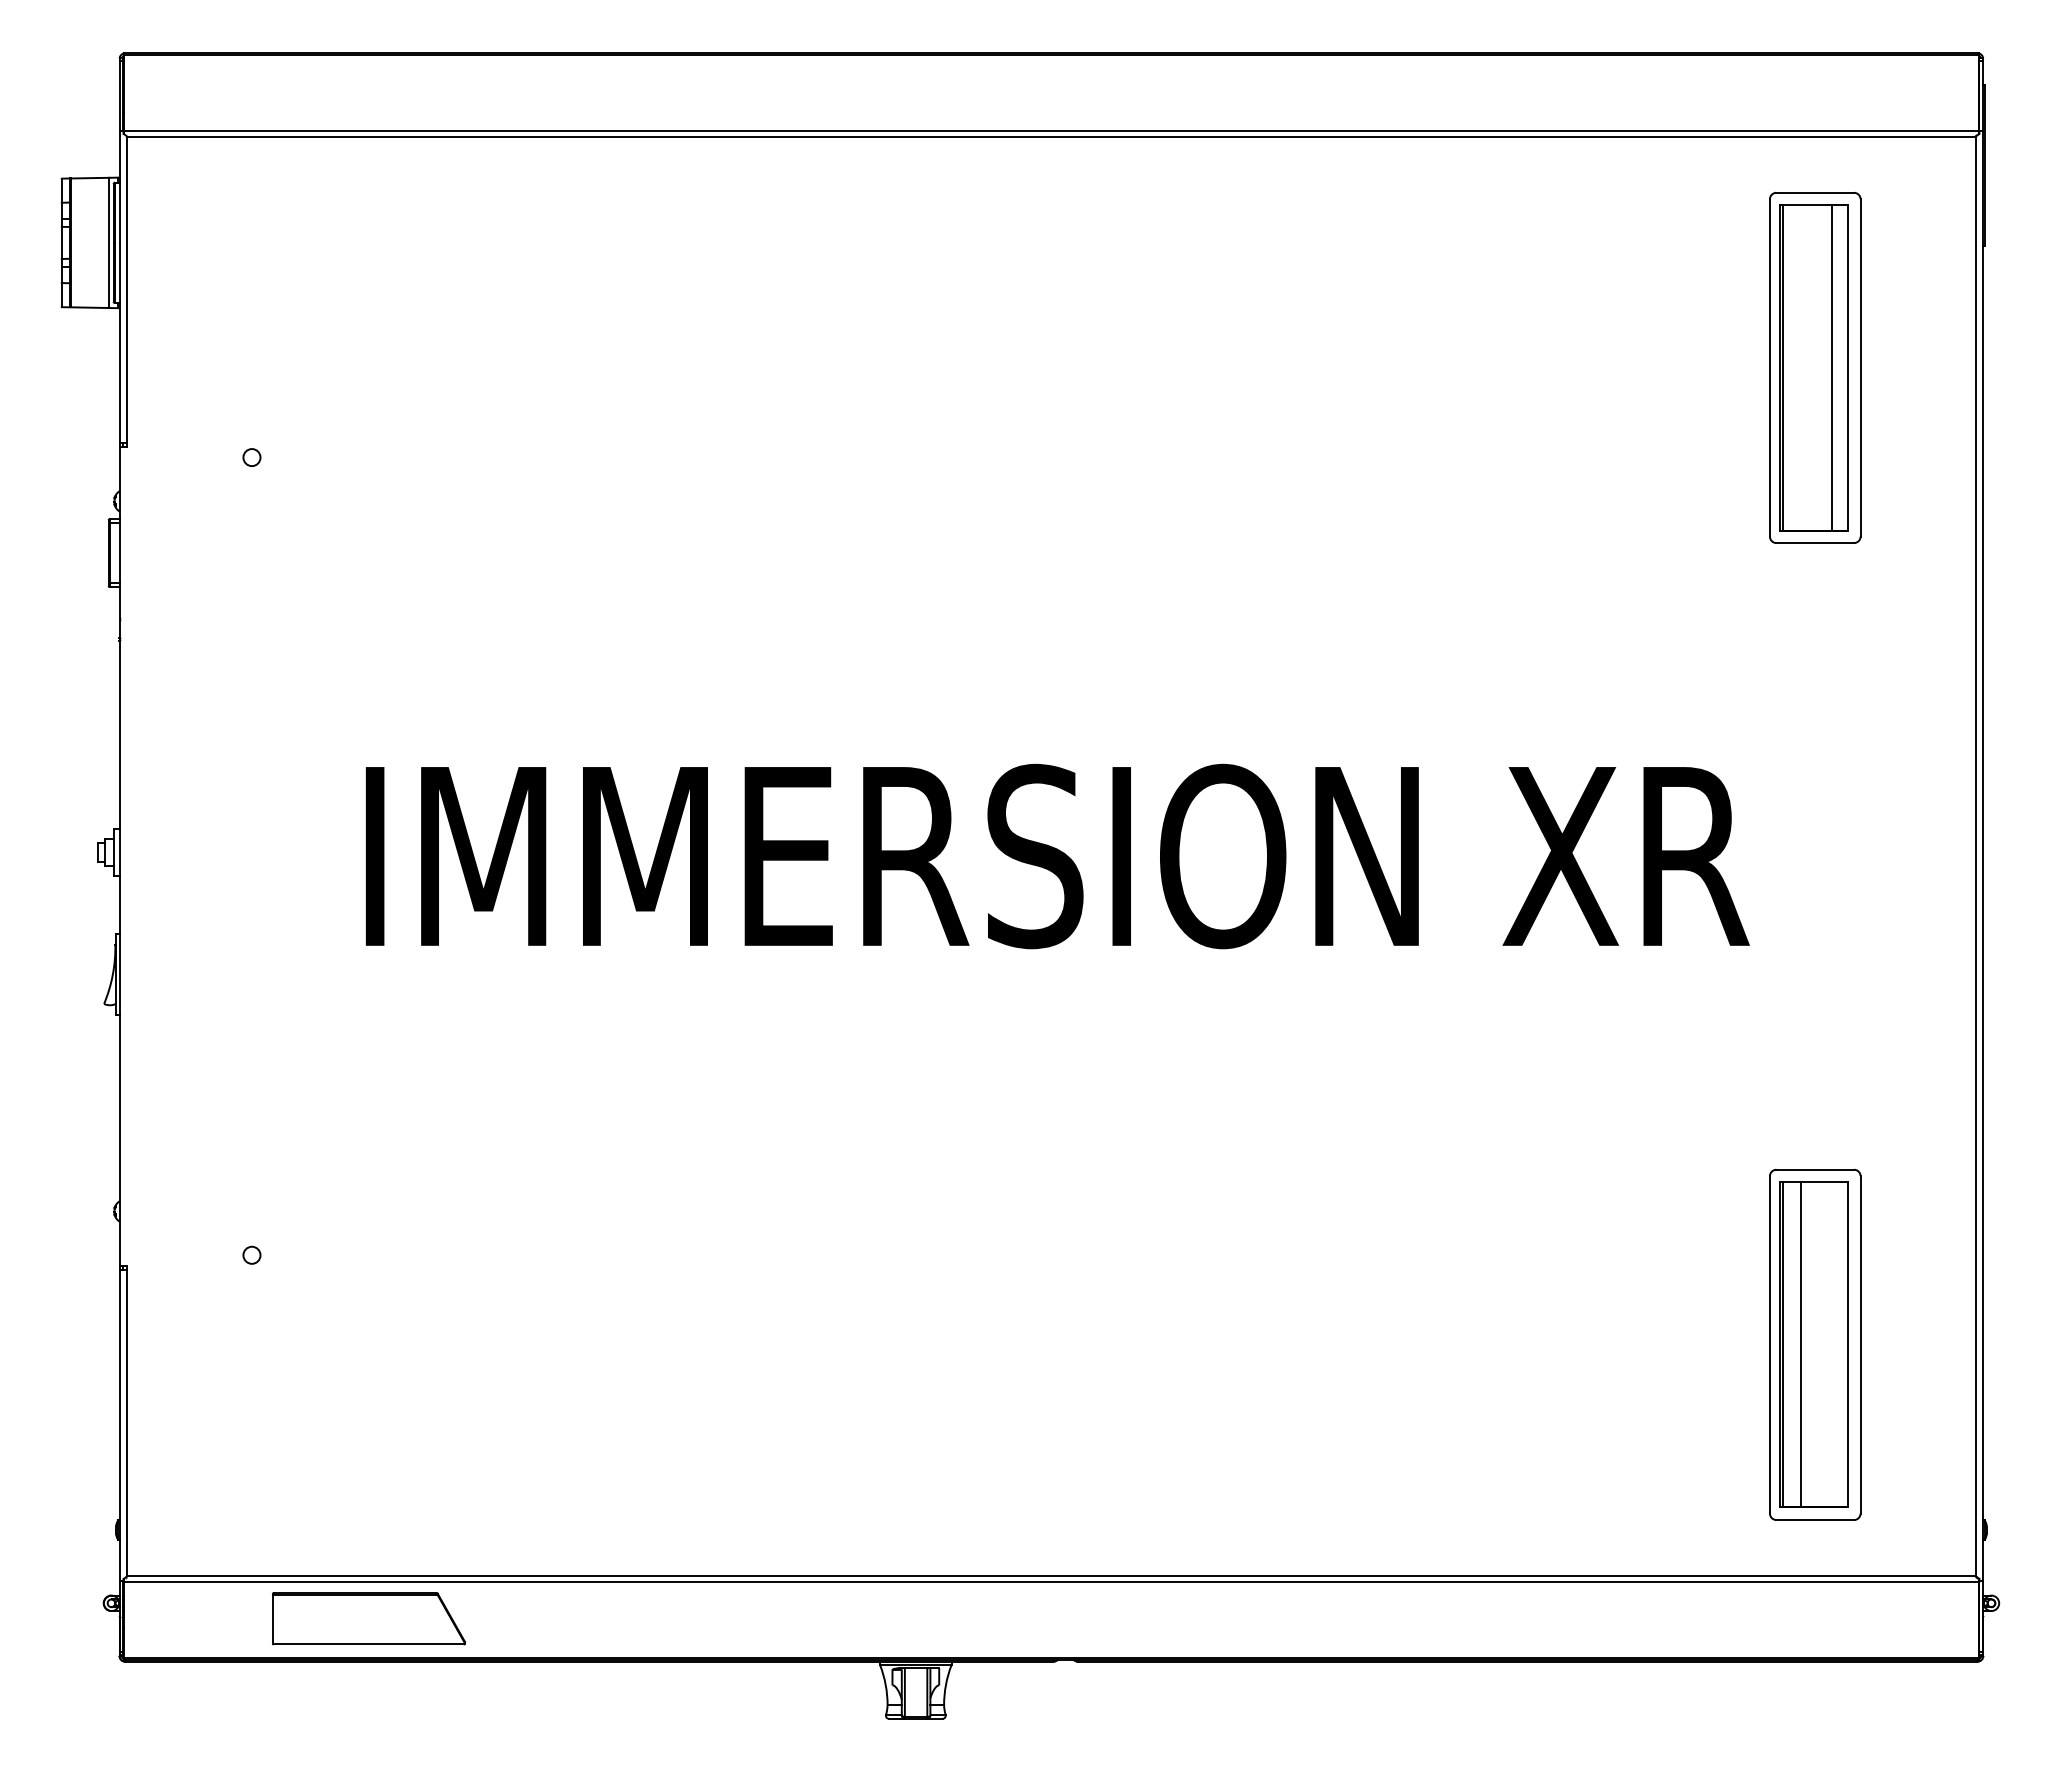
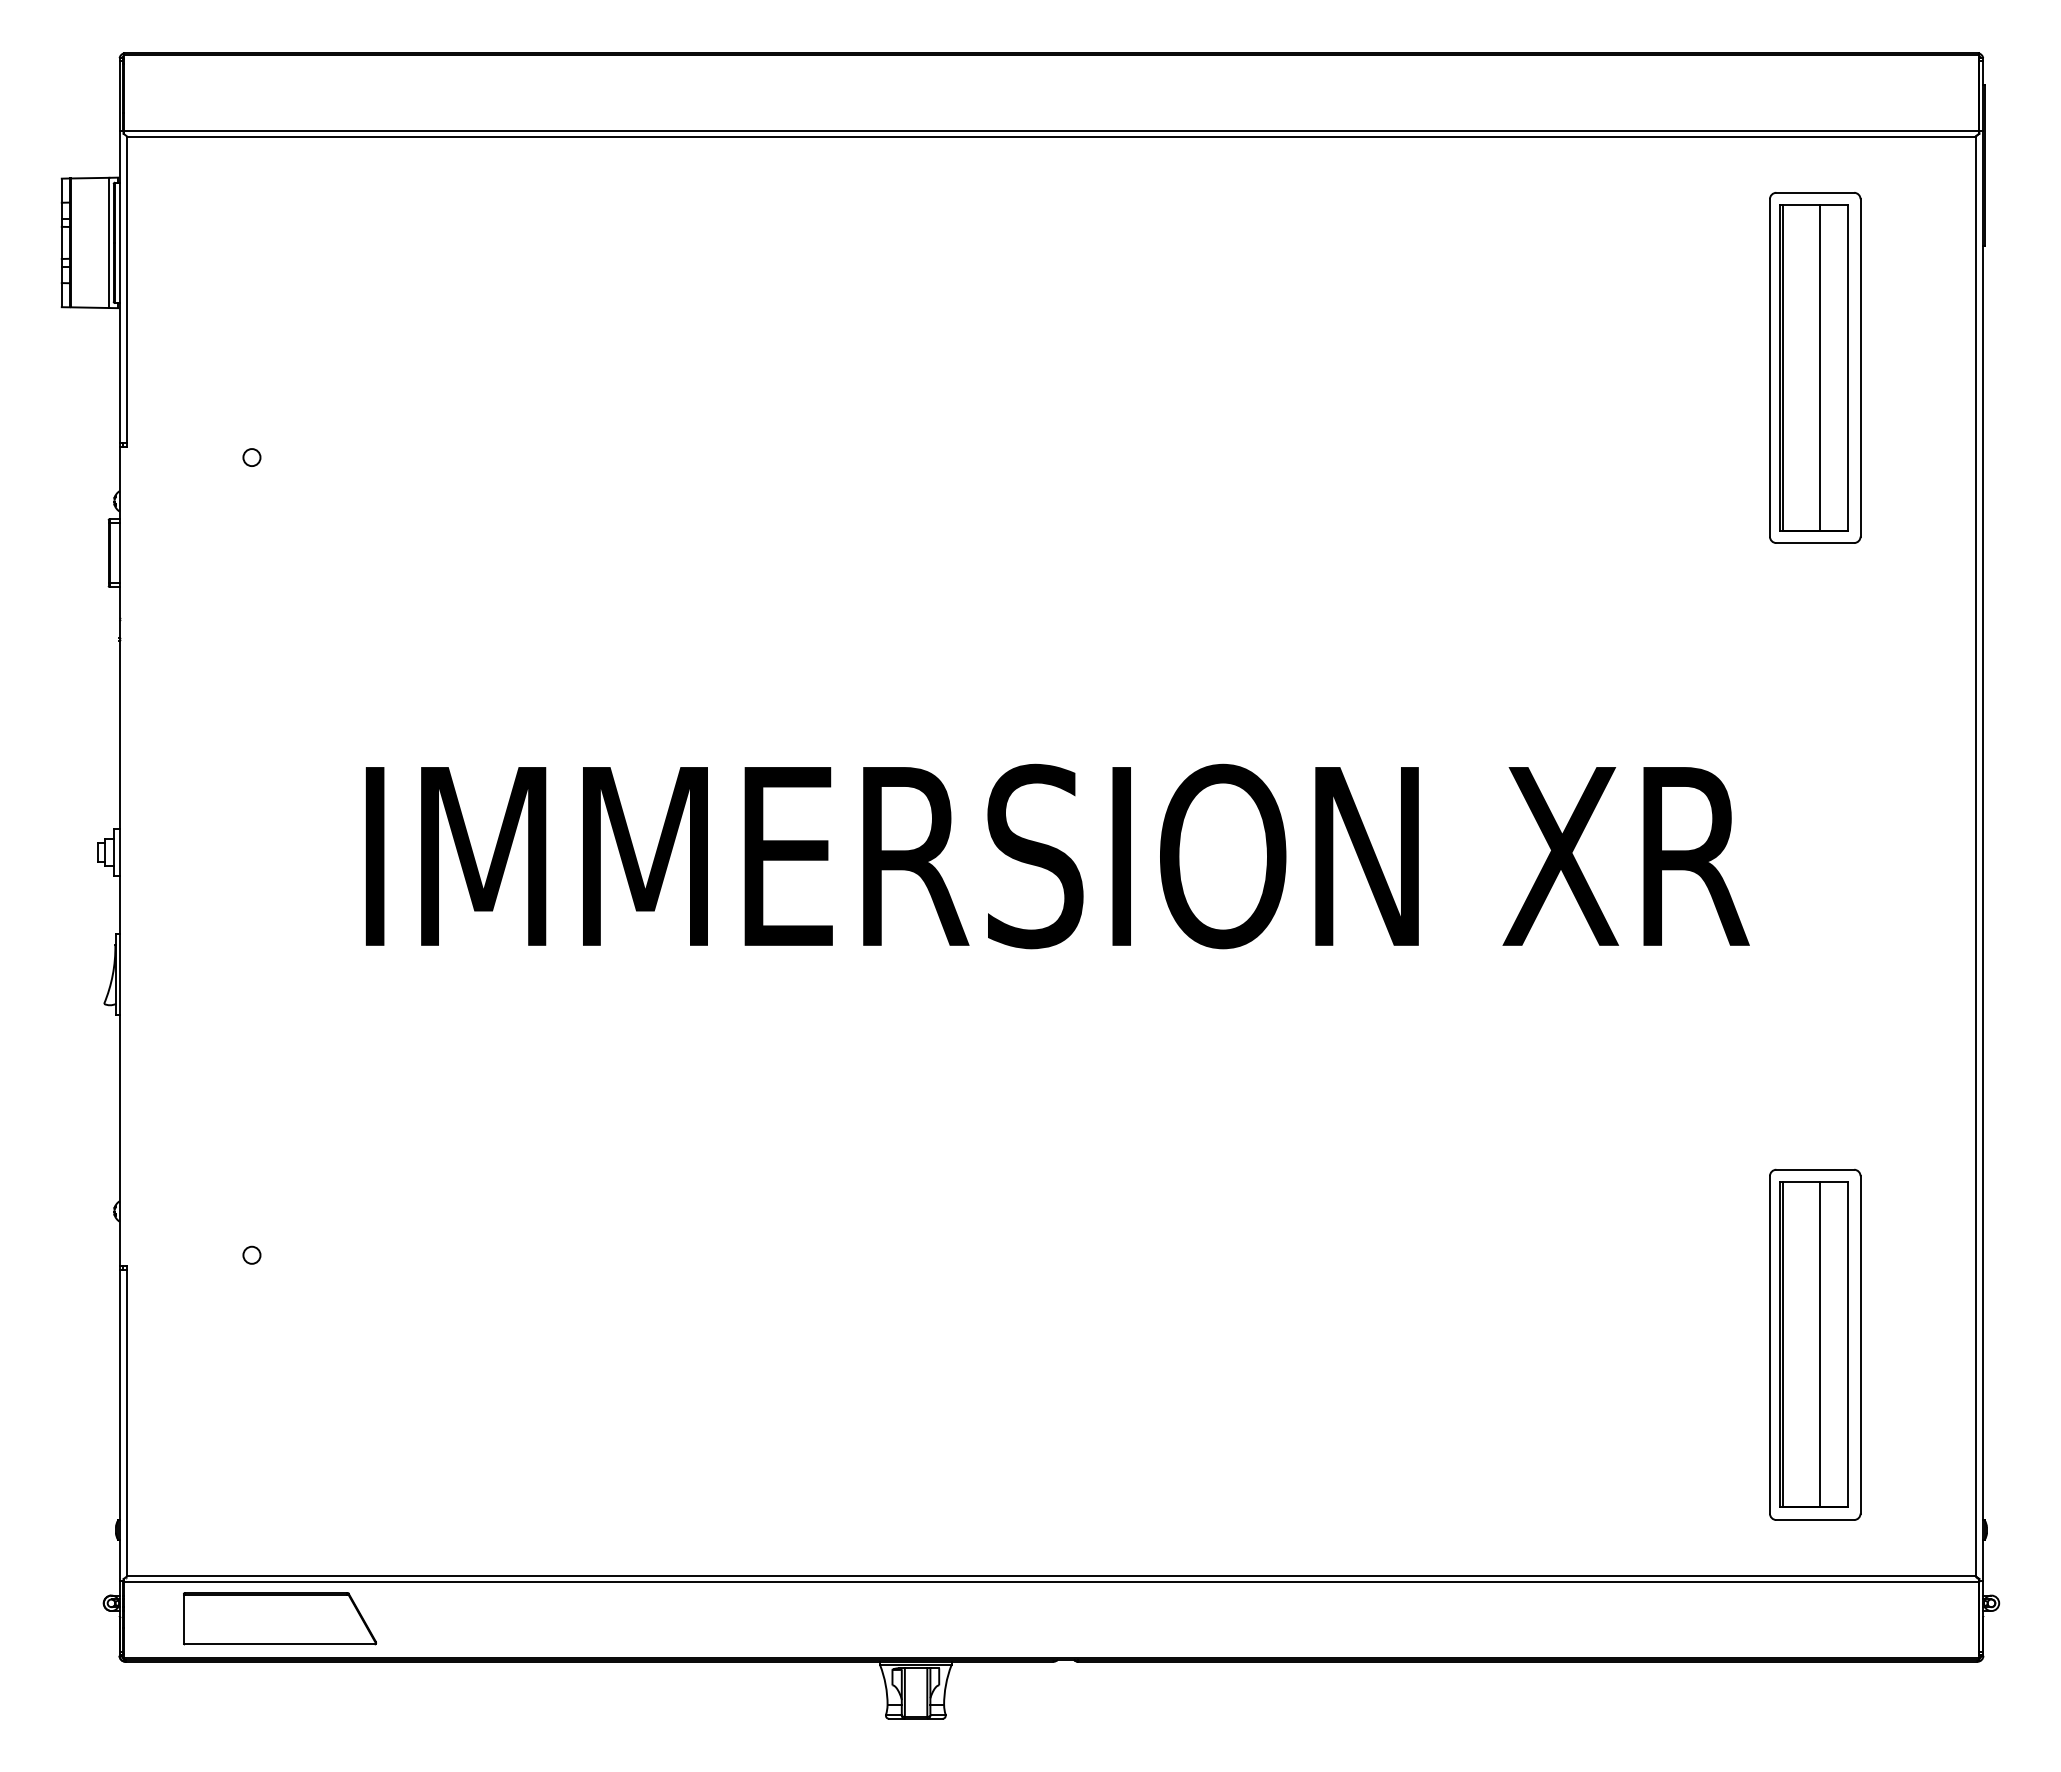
line at (1832, 367) position: (1832, 367) -> (1820, 367)
line at (1801, 1344) position: (1801, 1344) -> (1820, 1344)
part at (368, 1618) position: (368, 1618) -> (279, 1618)
